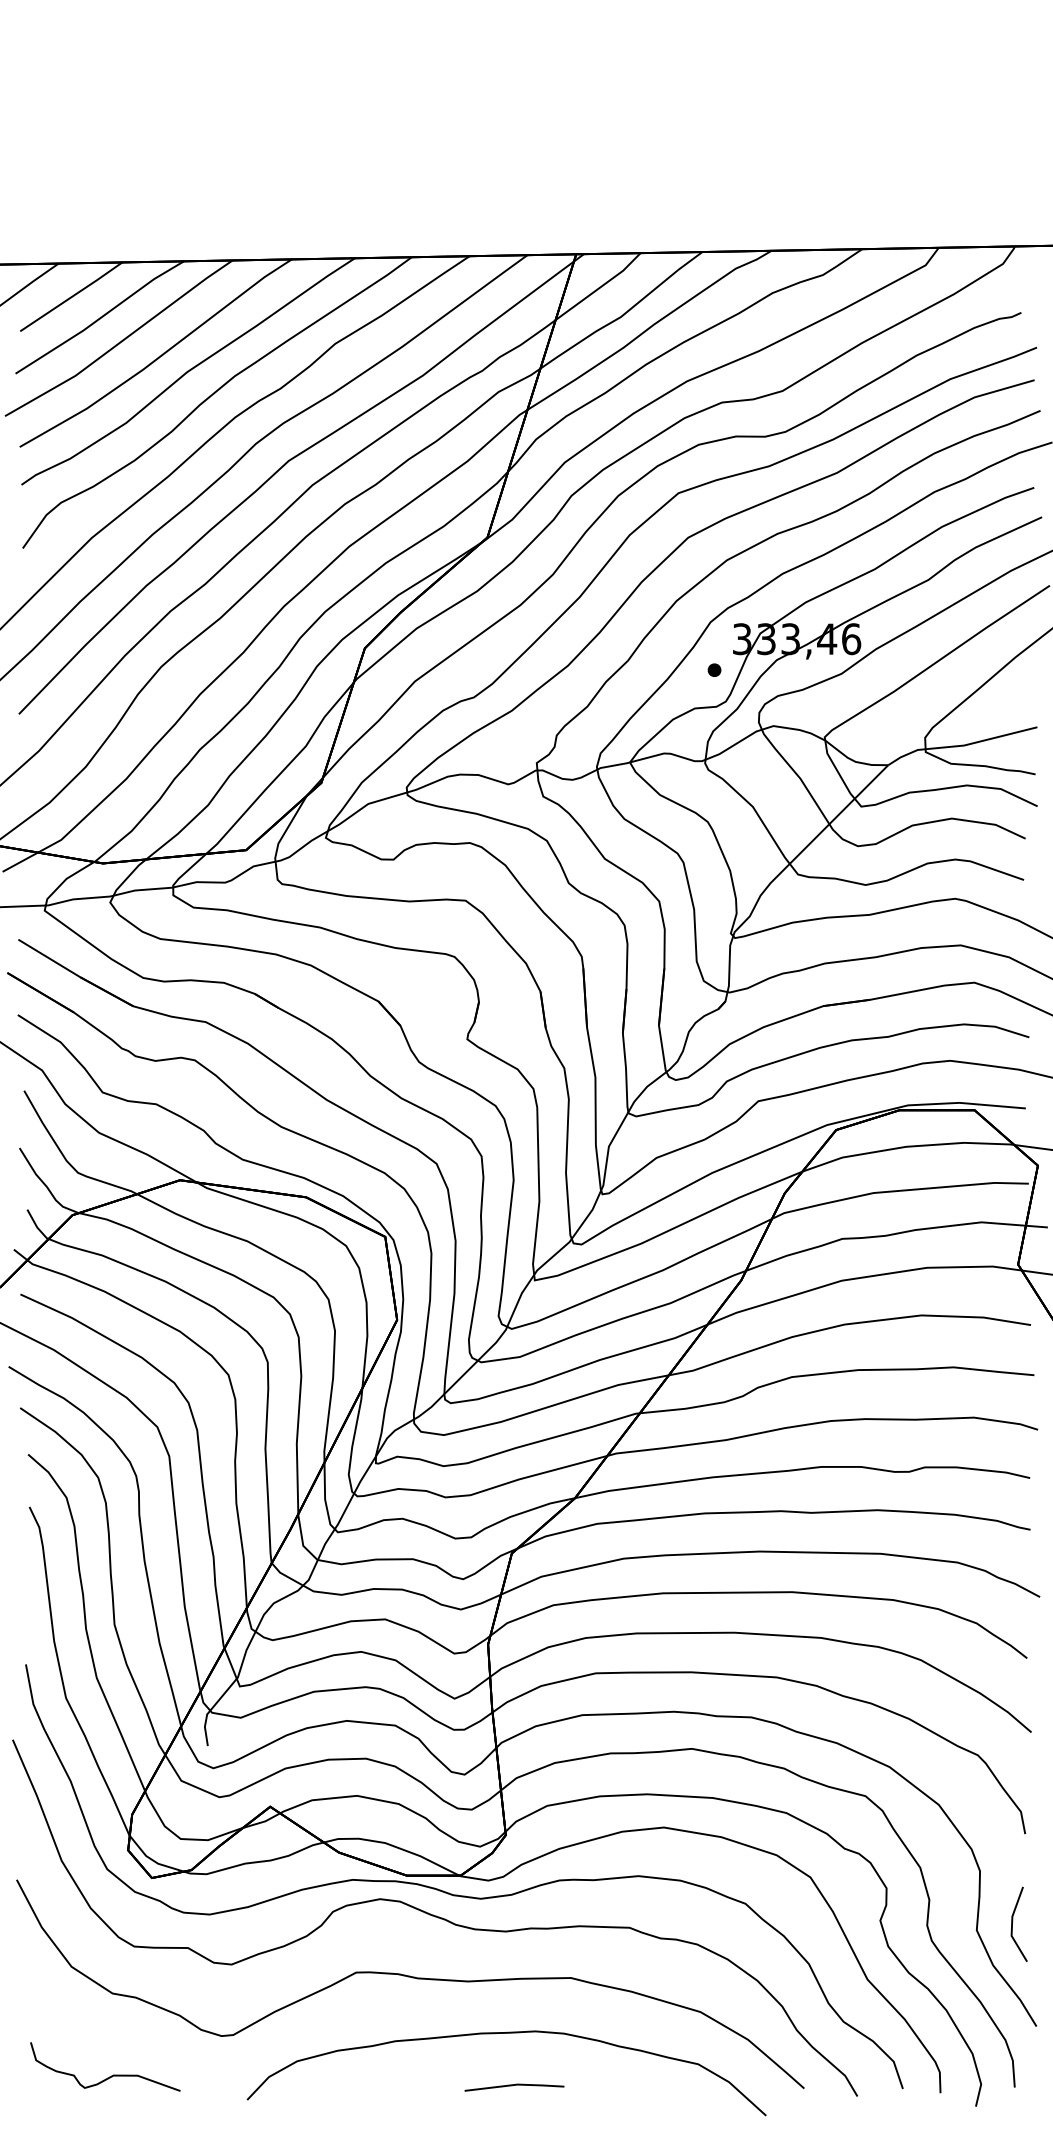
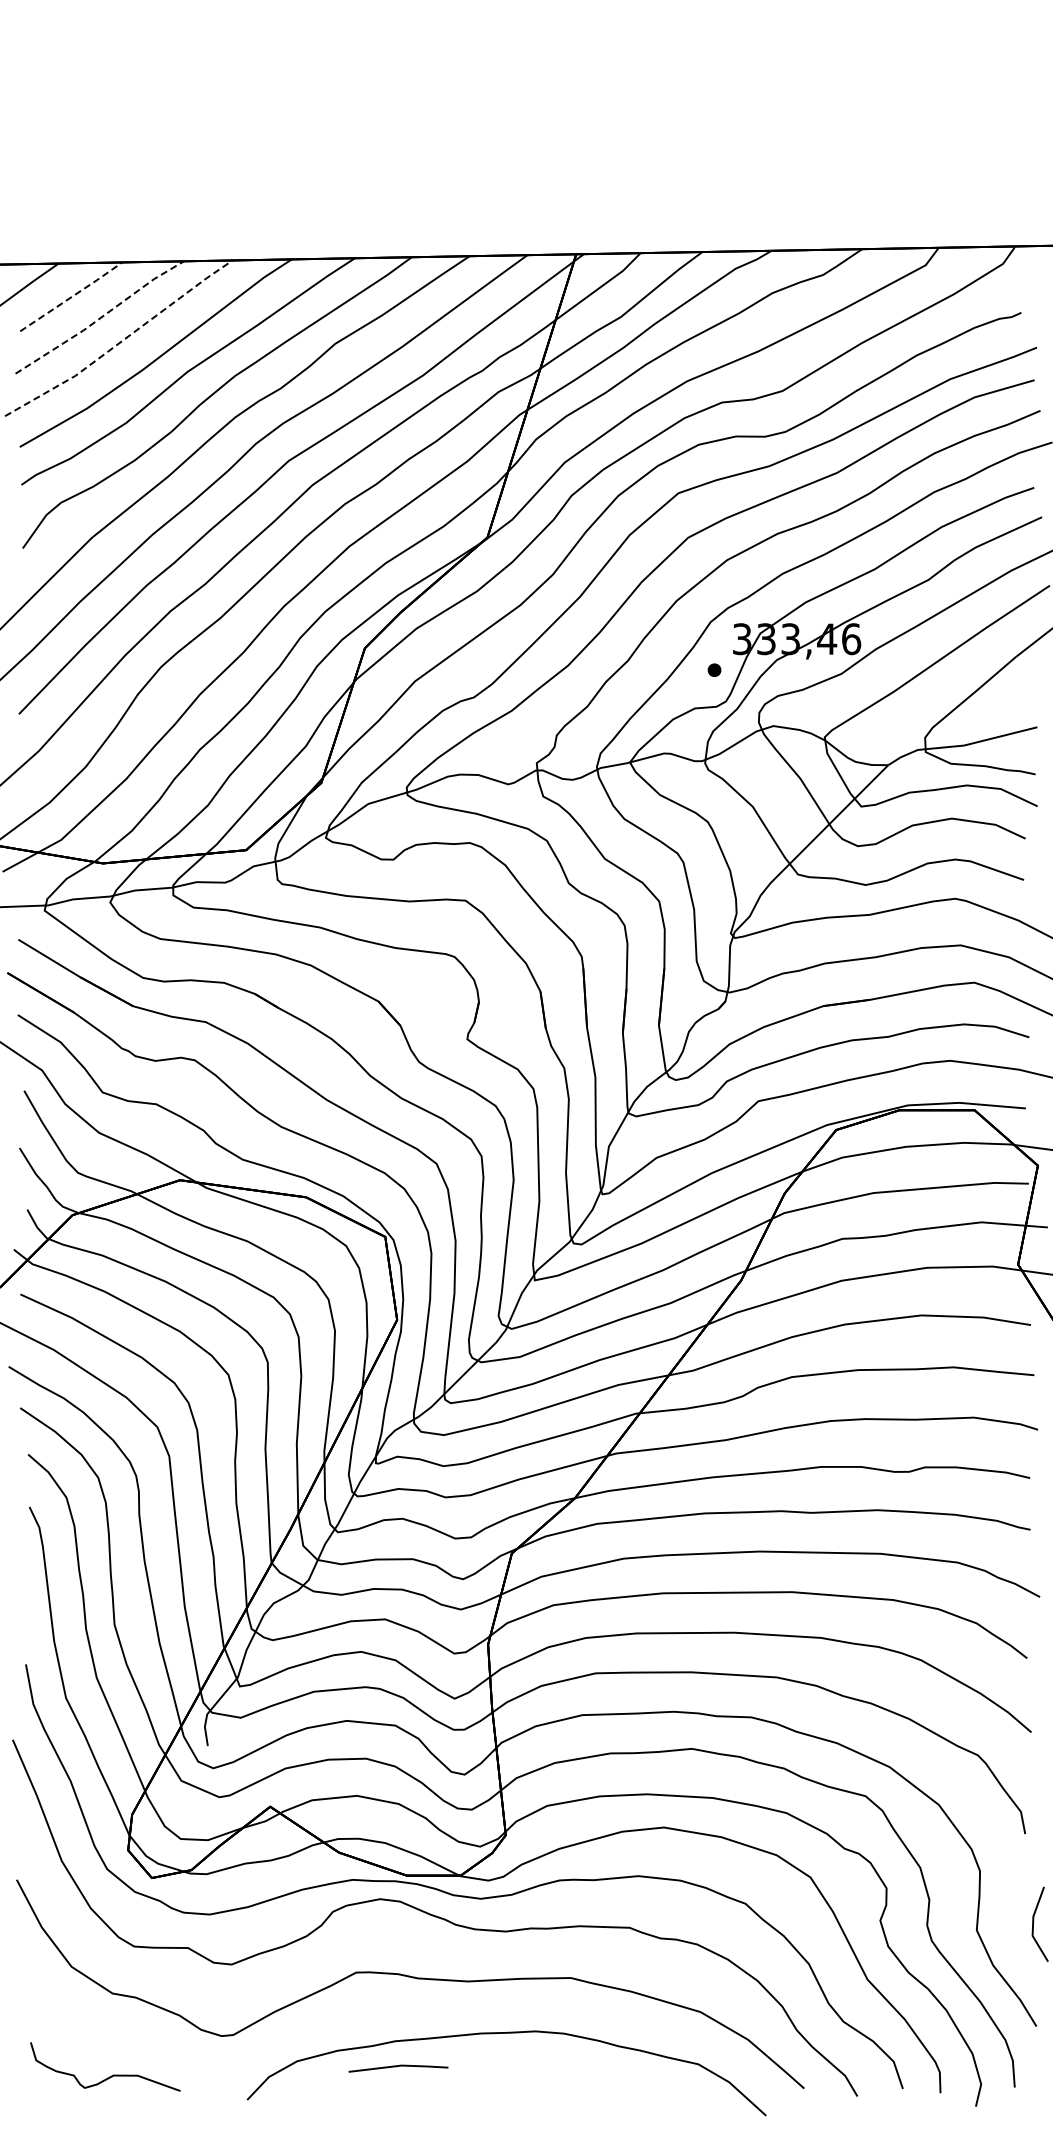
line at (72, 296): solid -> dashed
line at (100, 318): solid -> dashed
line at (121, 341): solid -> dashed
line at (1013, 1921) position: (1013, 1921) -> (1034, 1921)
line at (514, 2085) position: (514, 2085) -> (398, 2066)
